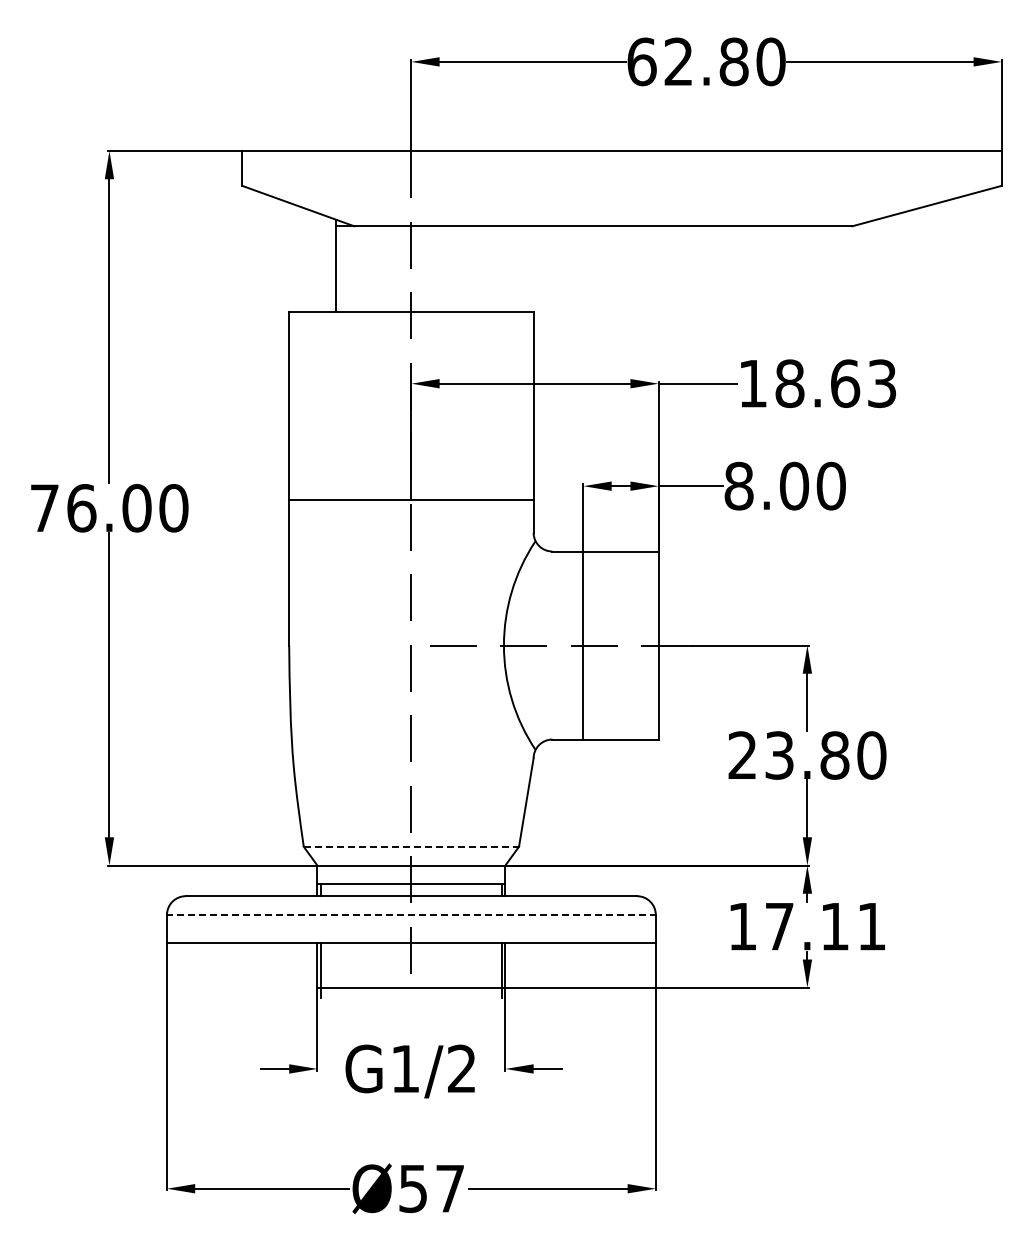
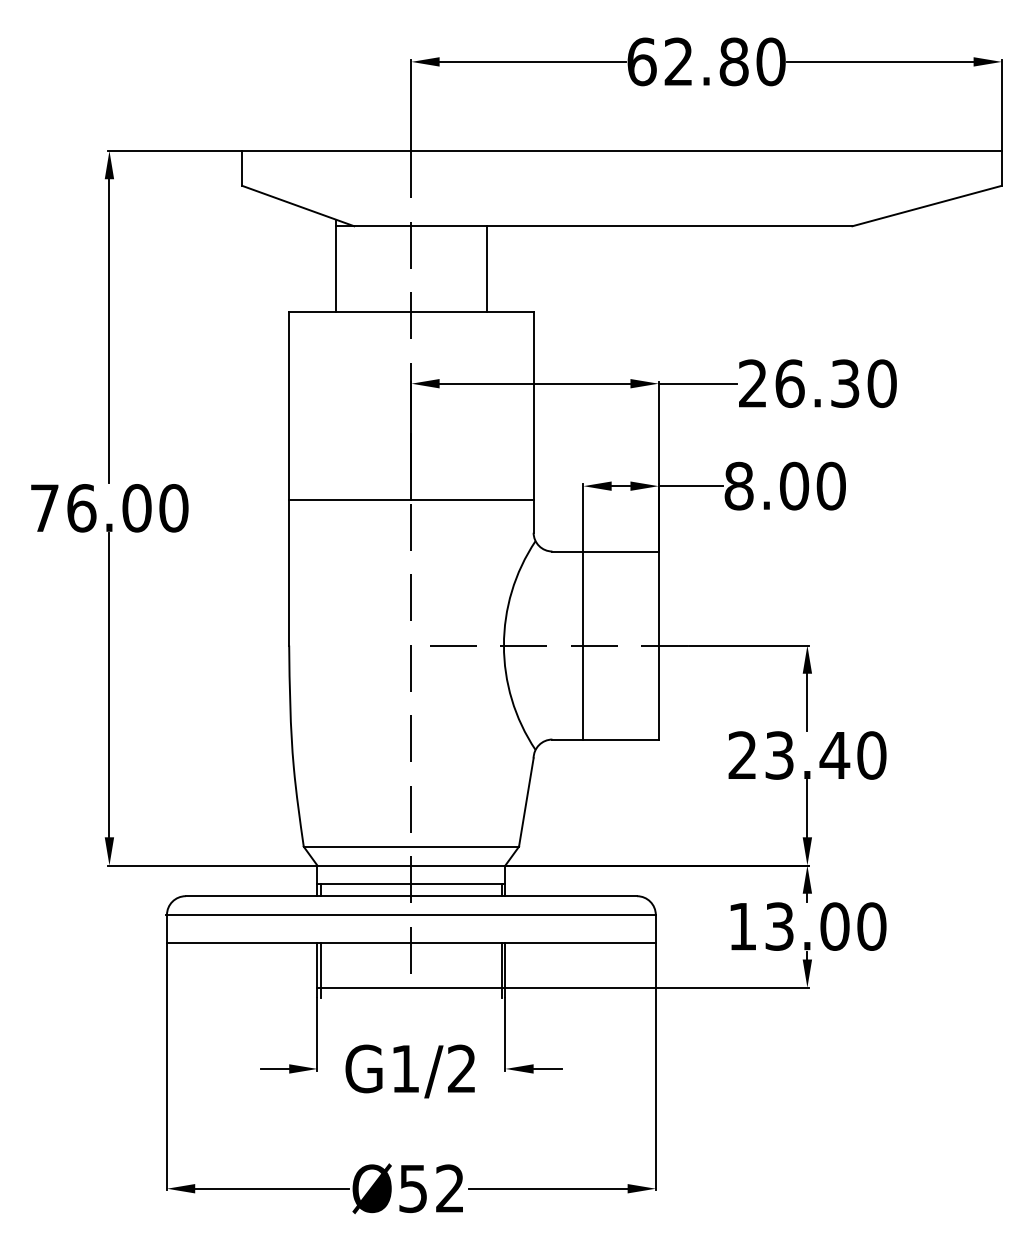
line at (486, 269): none -> present
text at (817, 383): 18.63 -> 26.30
text at (834, 755): 23.80 -> 23.40
line at (411, 846): dashed -> solid
line at (411, 915): dashed -> solid
text at (825, 926): 17.11 -> 13.00
text at (449, 1188): Ø57 -> Ø52
